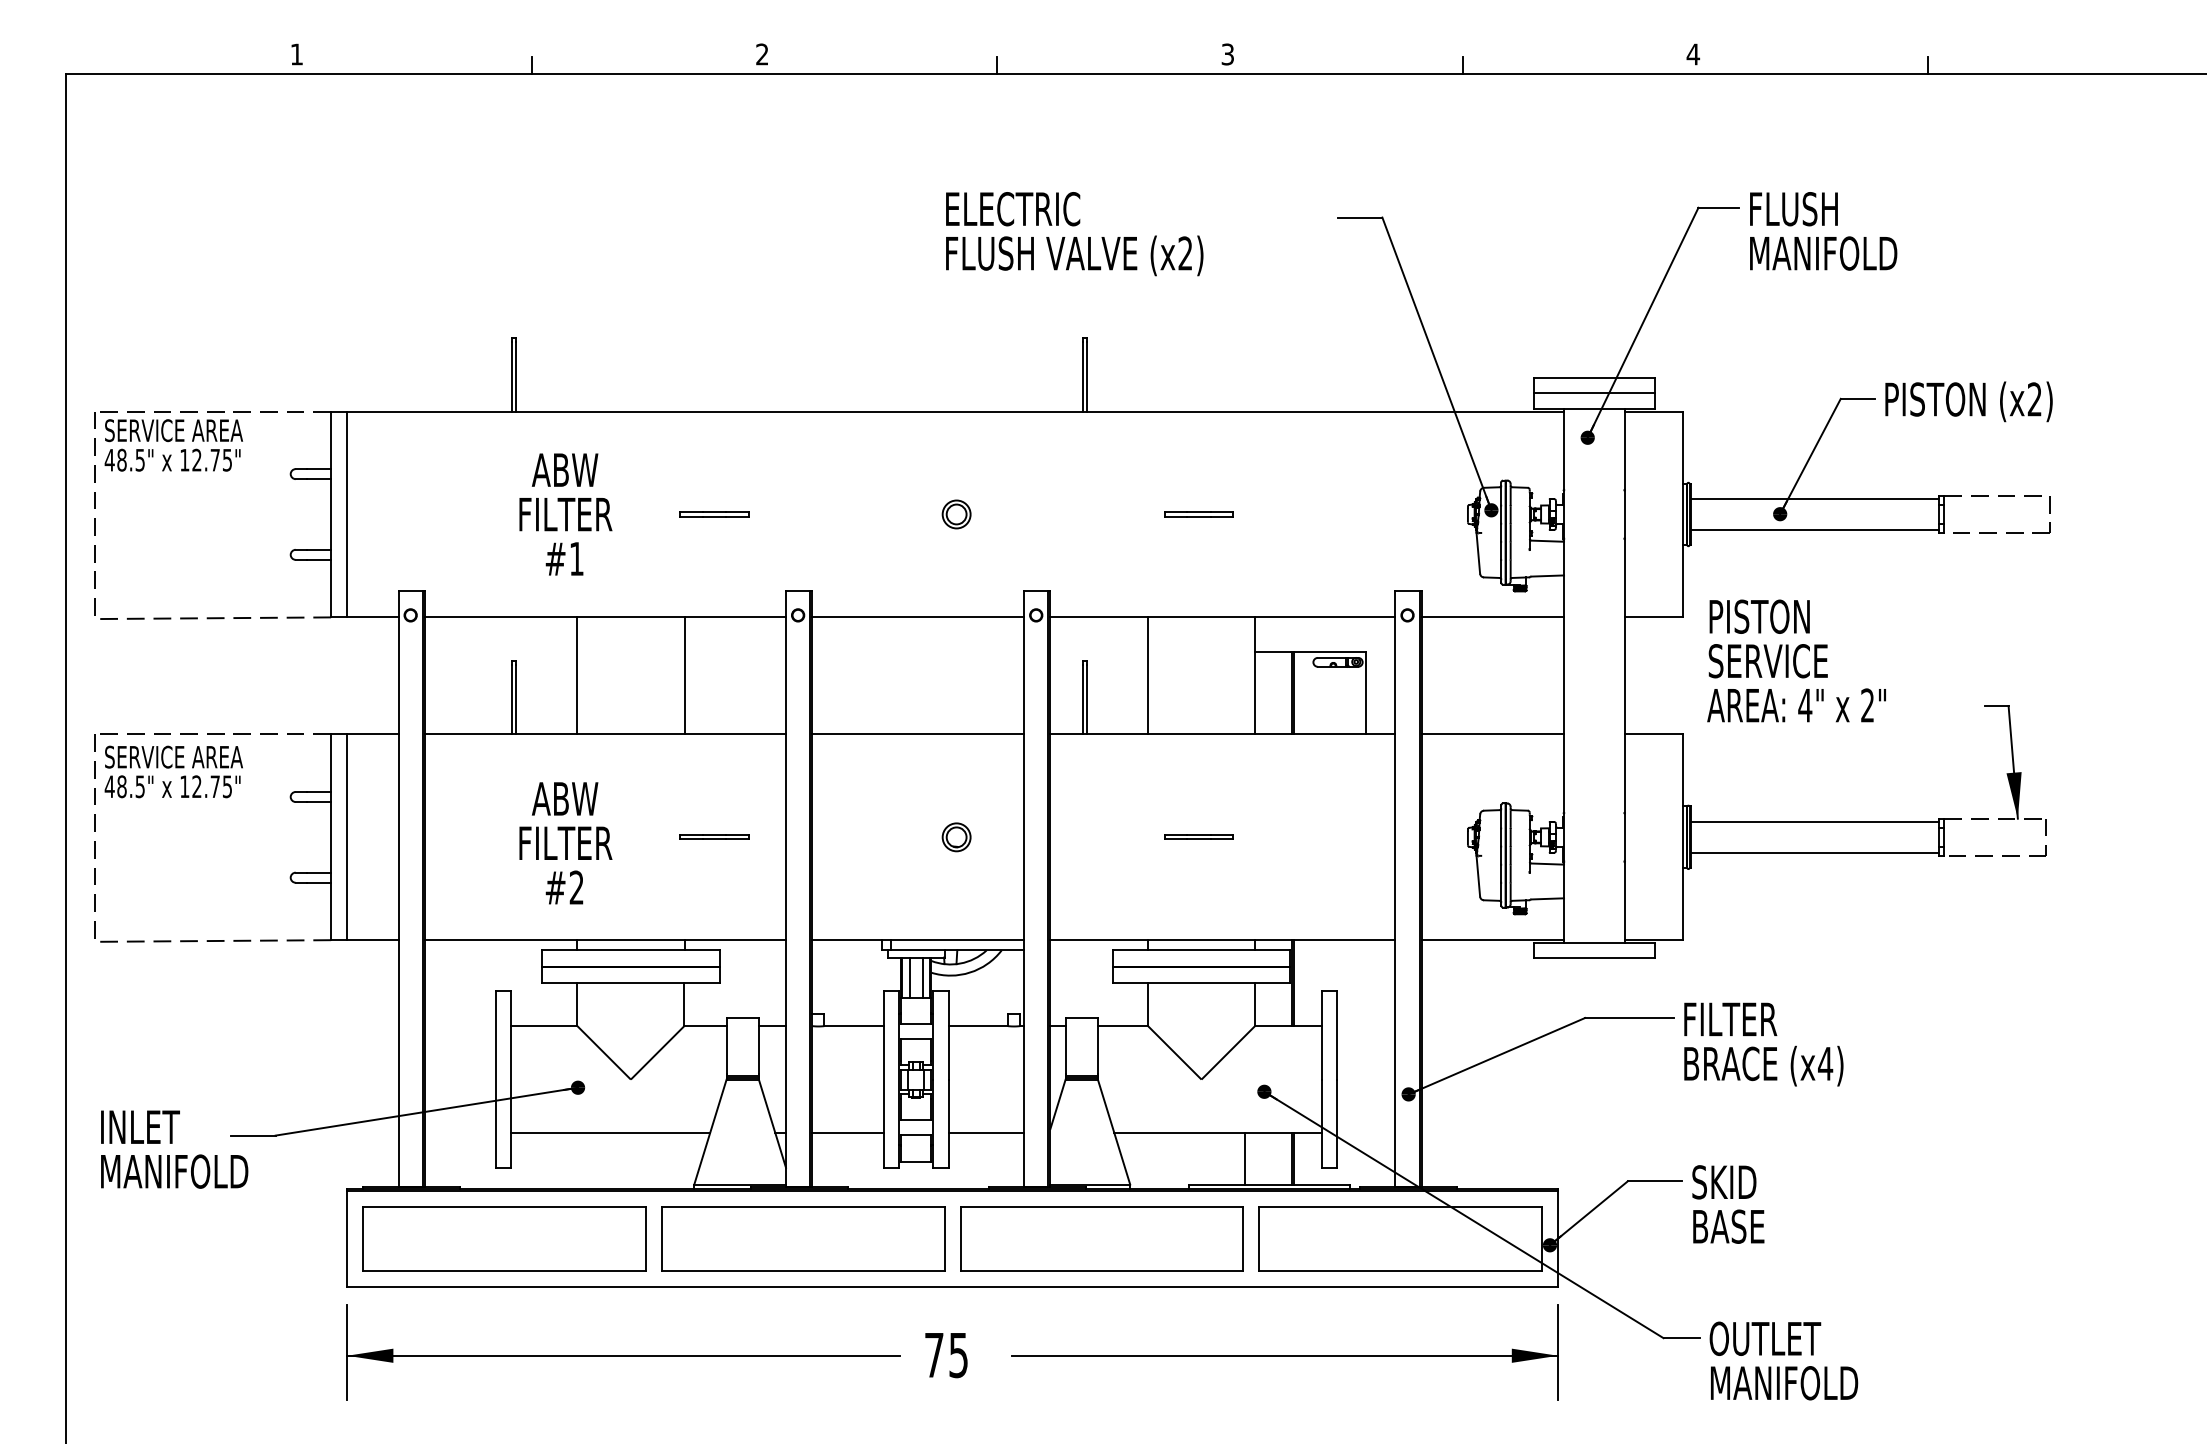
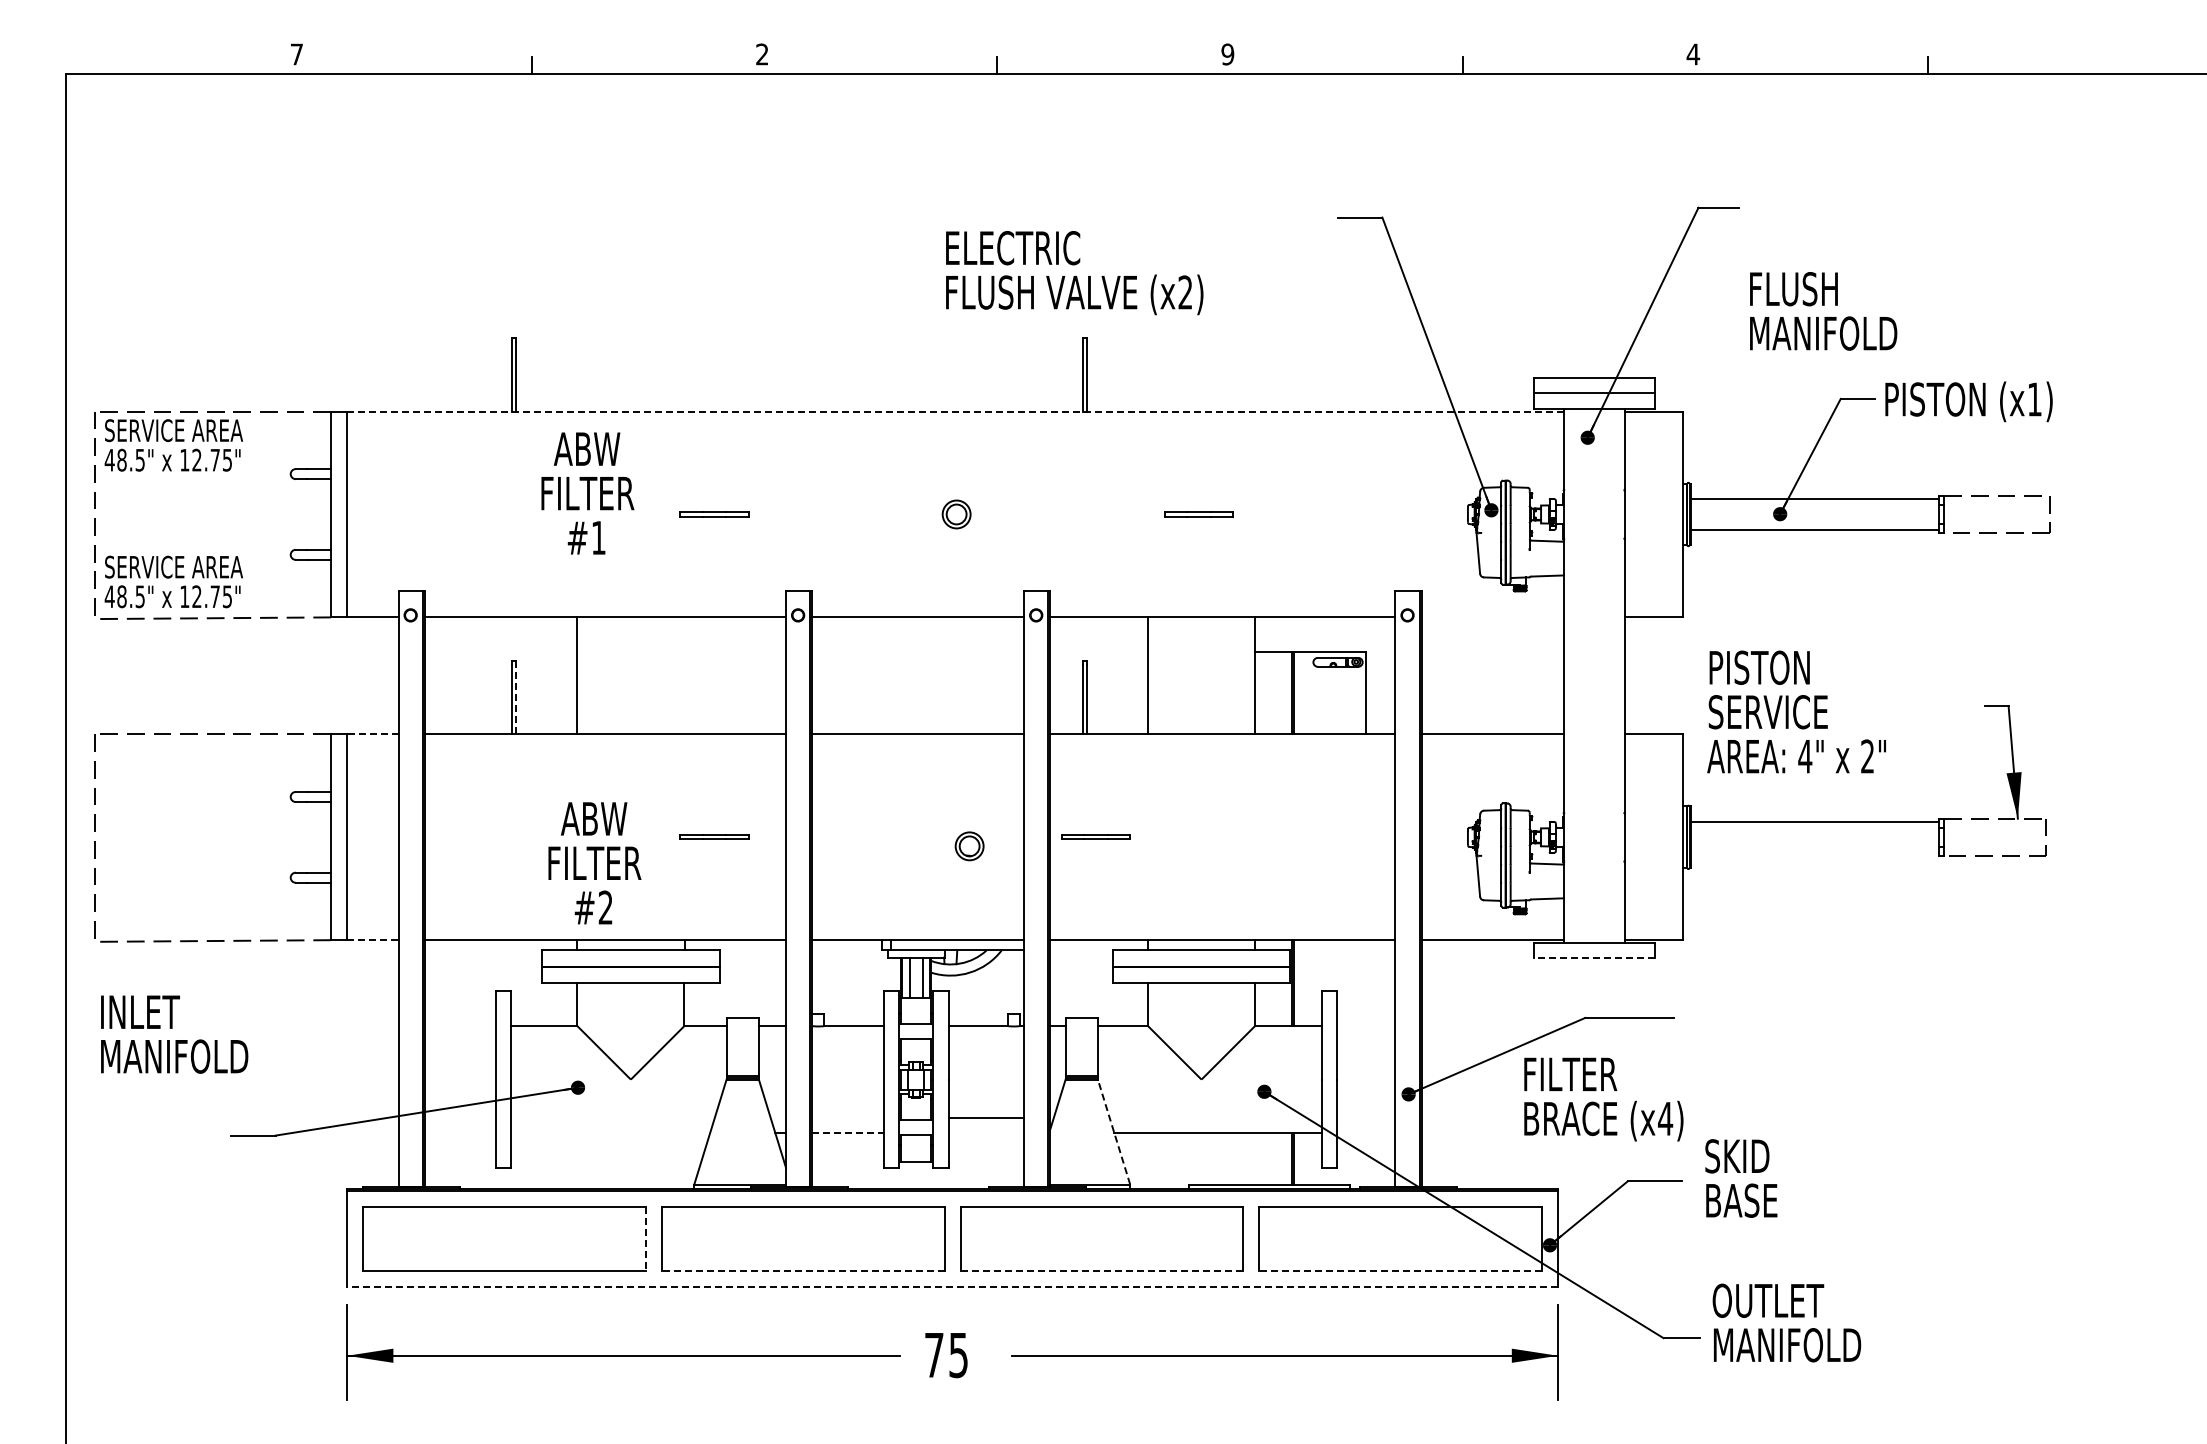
text at (296, 54): 1 -> 7
text at (1227, 54): 3 -> 9
text at (1823, 231) position: (1823, 231) -> (1823, 311)
text at (1074, 234) position: (1074, 234) -> (1074, 273)
text at (2034, 399): (x2) -> (x1)
line at (955, 411): solid -> dashed
text at (565, 514) position: (565, 514) -> (587, 493)
line at (1492, 617): present -> none
text at (1796, 660) position: (1796, 660) -> (1796, 711)
line at (684, 675): present -> none
line at (516, 699): solid -> dashed
line at (372, 734): solid -> dashed
text at (173, 771) position: (173, 771) -> (173, 581)
part at (1198, 836) position: (1198, 836) -> (1095, 836)
part at (956, 837) position: (956, 837) -> (969, 846)
text at (565, 843) position: (565, 843) -> (594, 863)
line at (1814, 852): present -> none
line at (372, 940): solid -> dashed
line at (1594, 958): solid -> dashed
text at (1763, 1044) position: (1763, 1044) -> (1603, 1099)
line at (1114, 1132): solid -> dashed
line at (610, 1133): present -> none
line at (848, 1133): solid -> dashed
line at (986, 1133) position: (986, 1133) -> (986, 1118)
text at (174, 1149) position: (174, 1149) -> (174, 1034)
line at (1245, 1158): present -> none
text at (1728, 1204) position: (1728, 1204) -> (1741, 1178)
line at (645, 1239): solid -> dashed
line at (802, 1271): solid -> dashed
line at (1101, 1271): solid -> dashed
line at (1400, 1271): solid -> dashed
line at (952, 1287): solid -> dashed
text at (1783, 1360) position: (1783, 1360) -> (1786, 1322)
